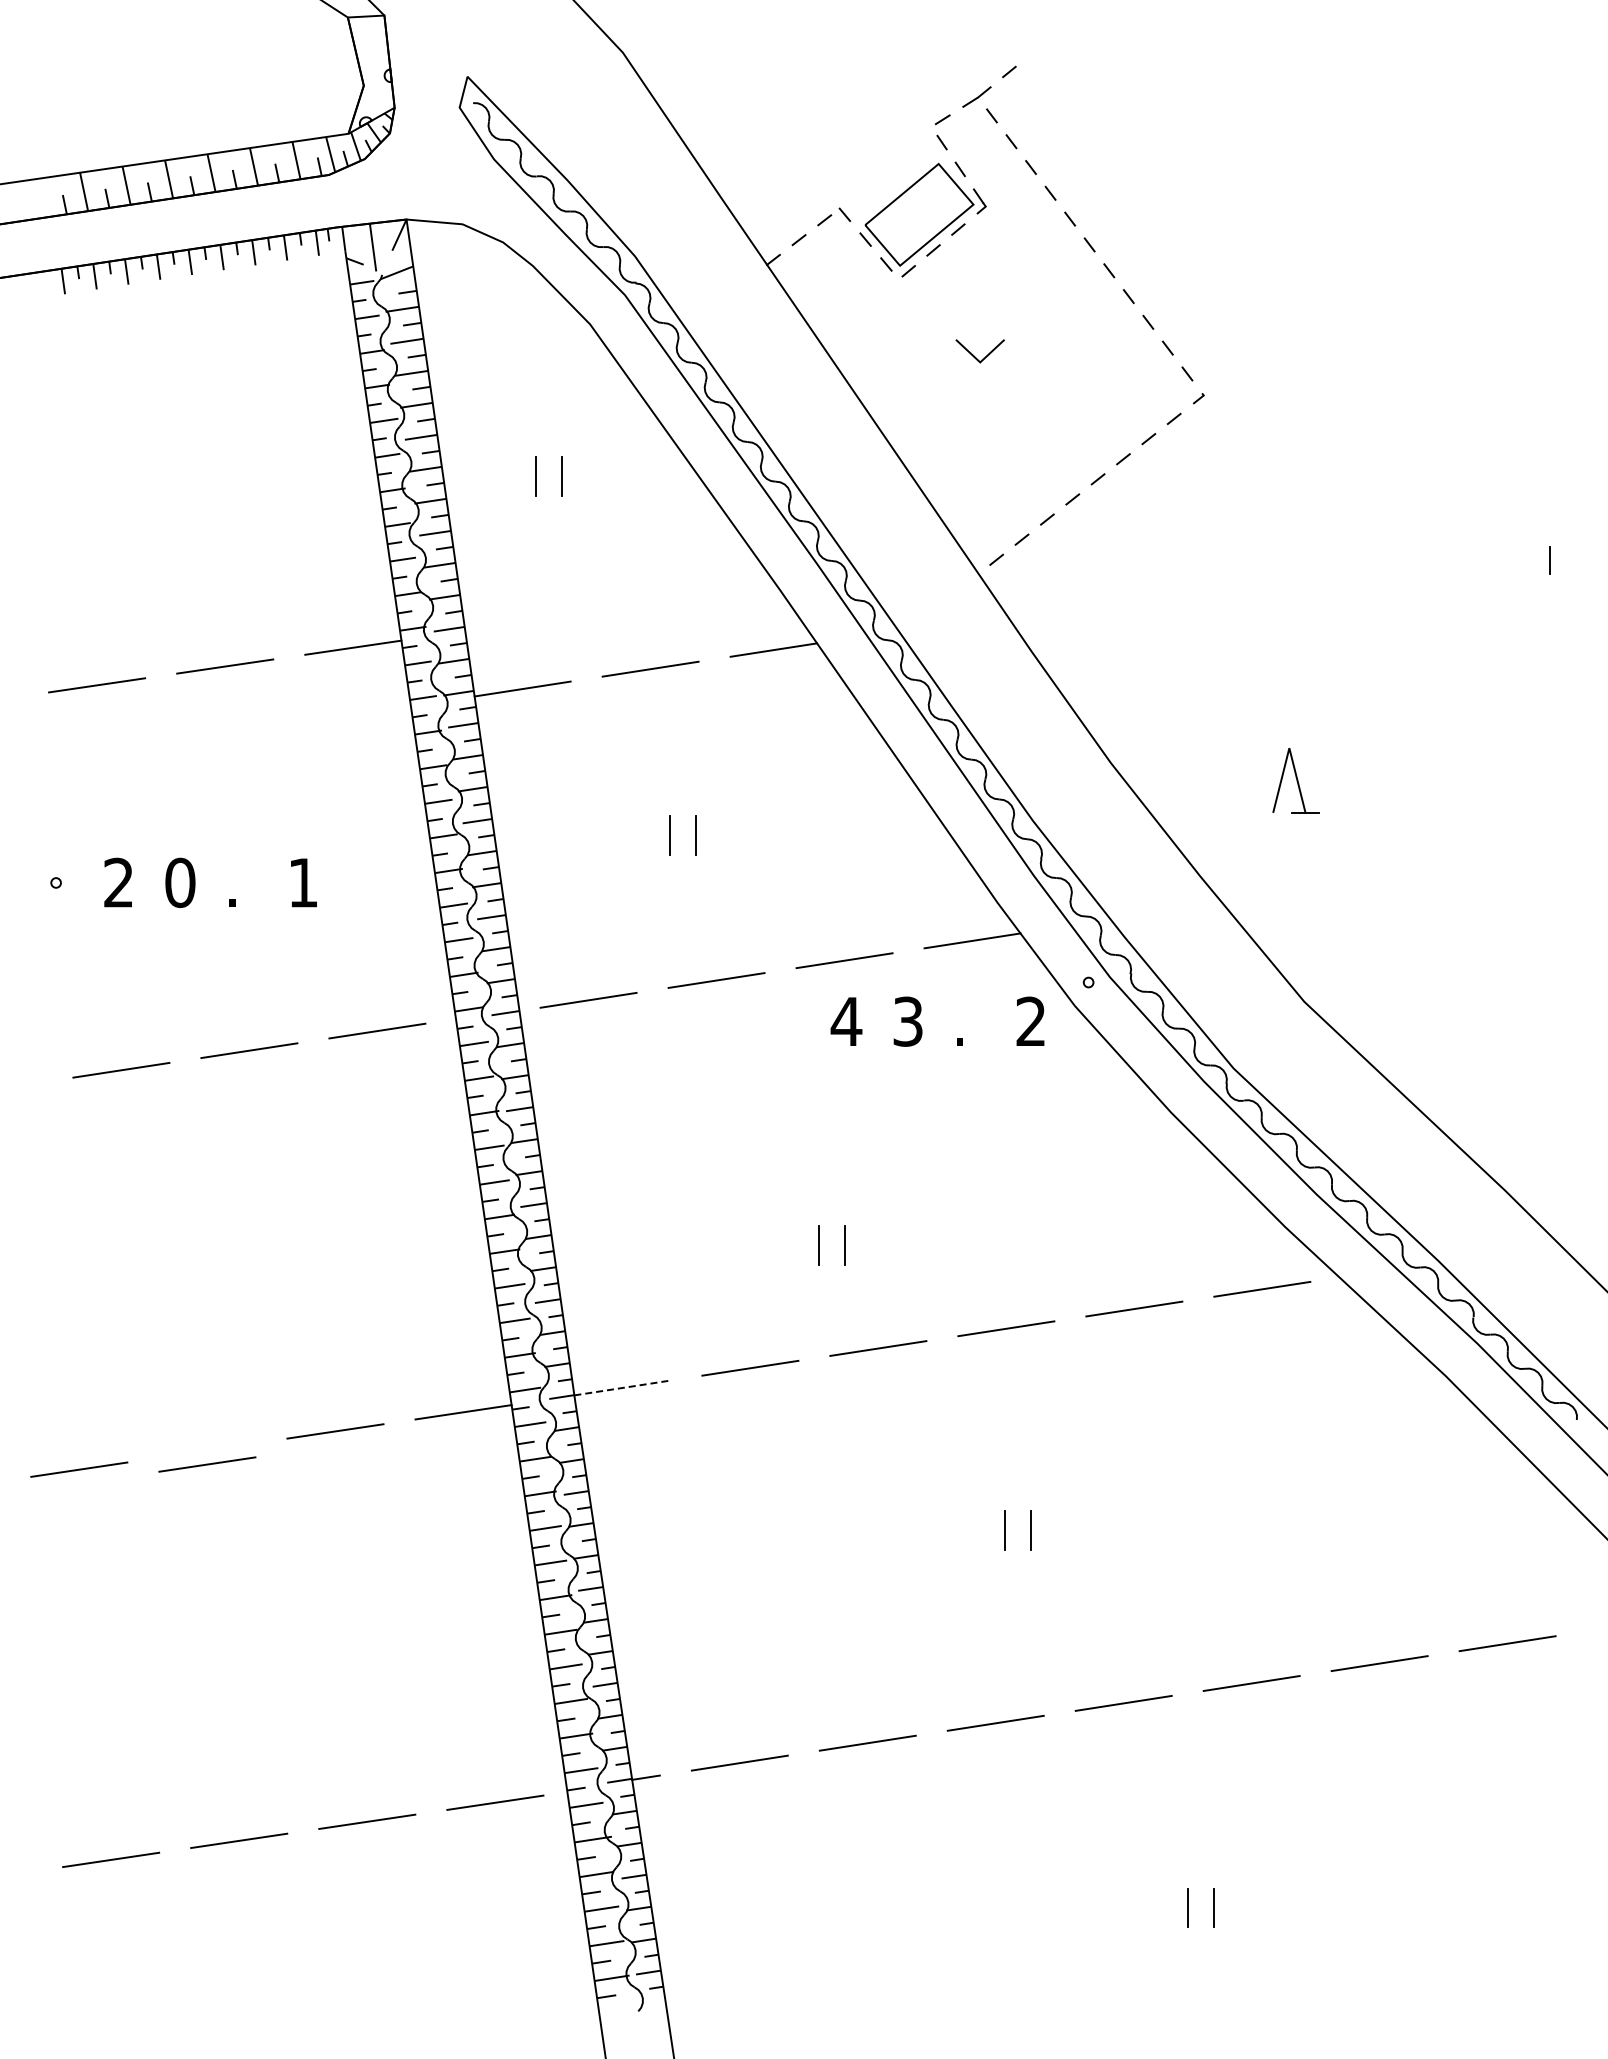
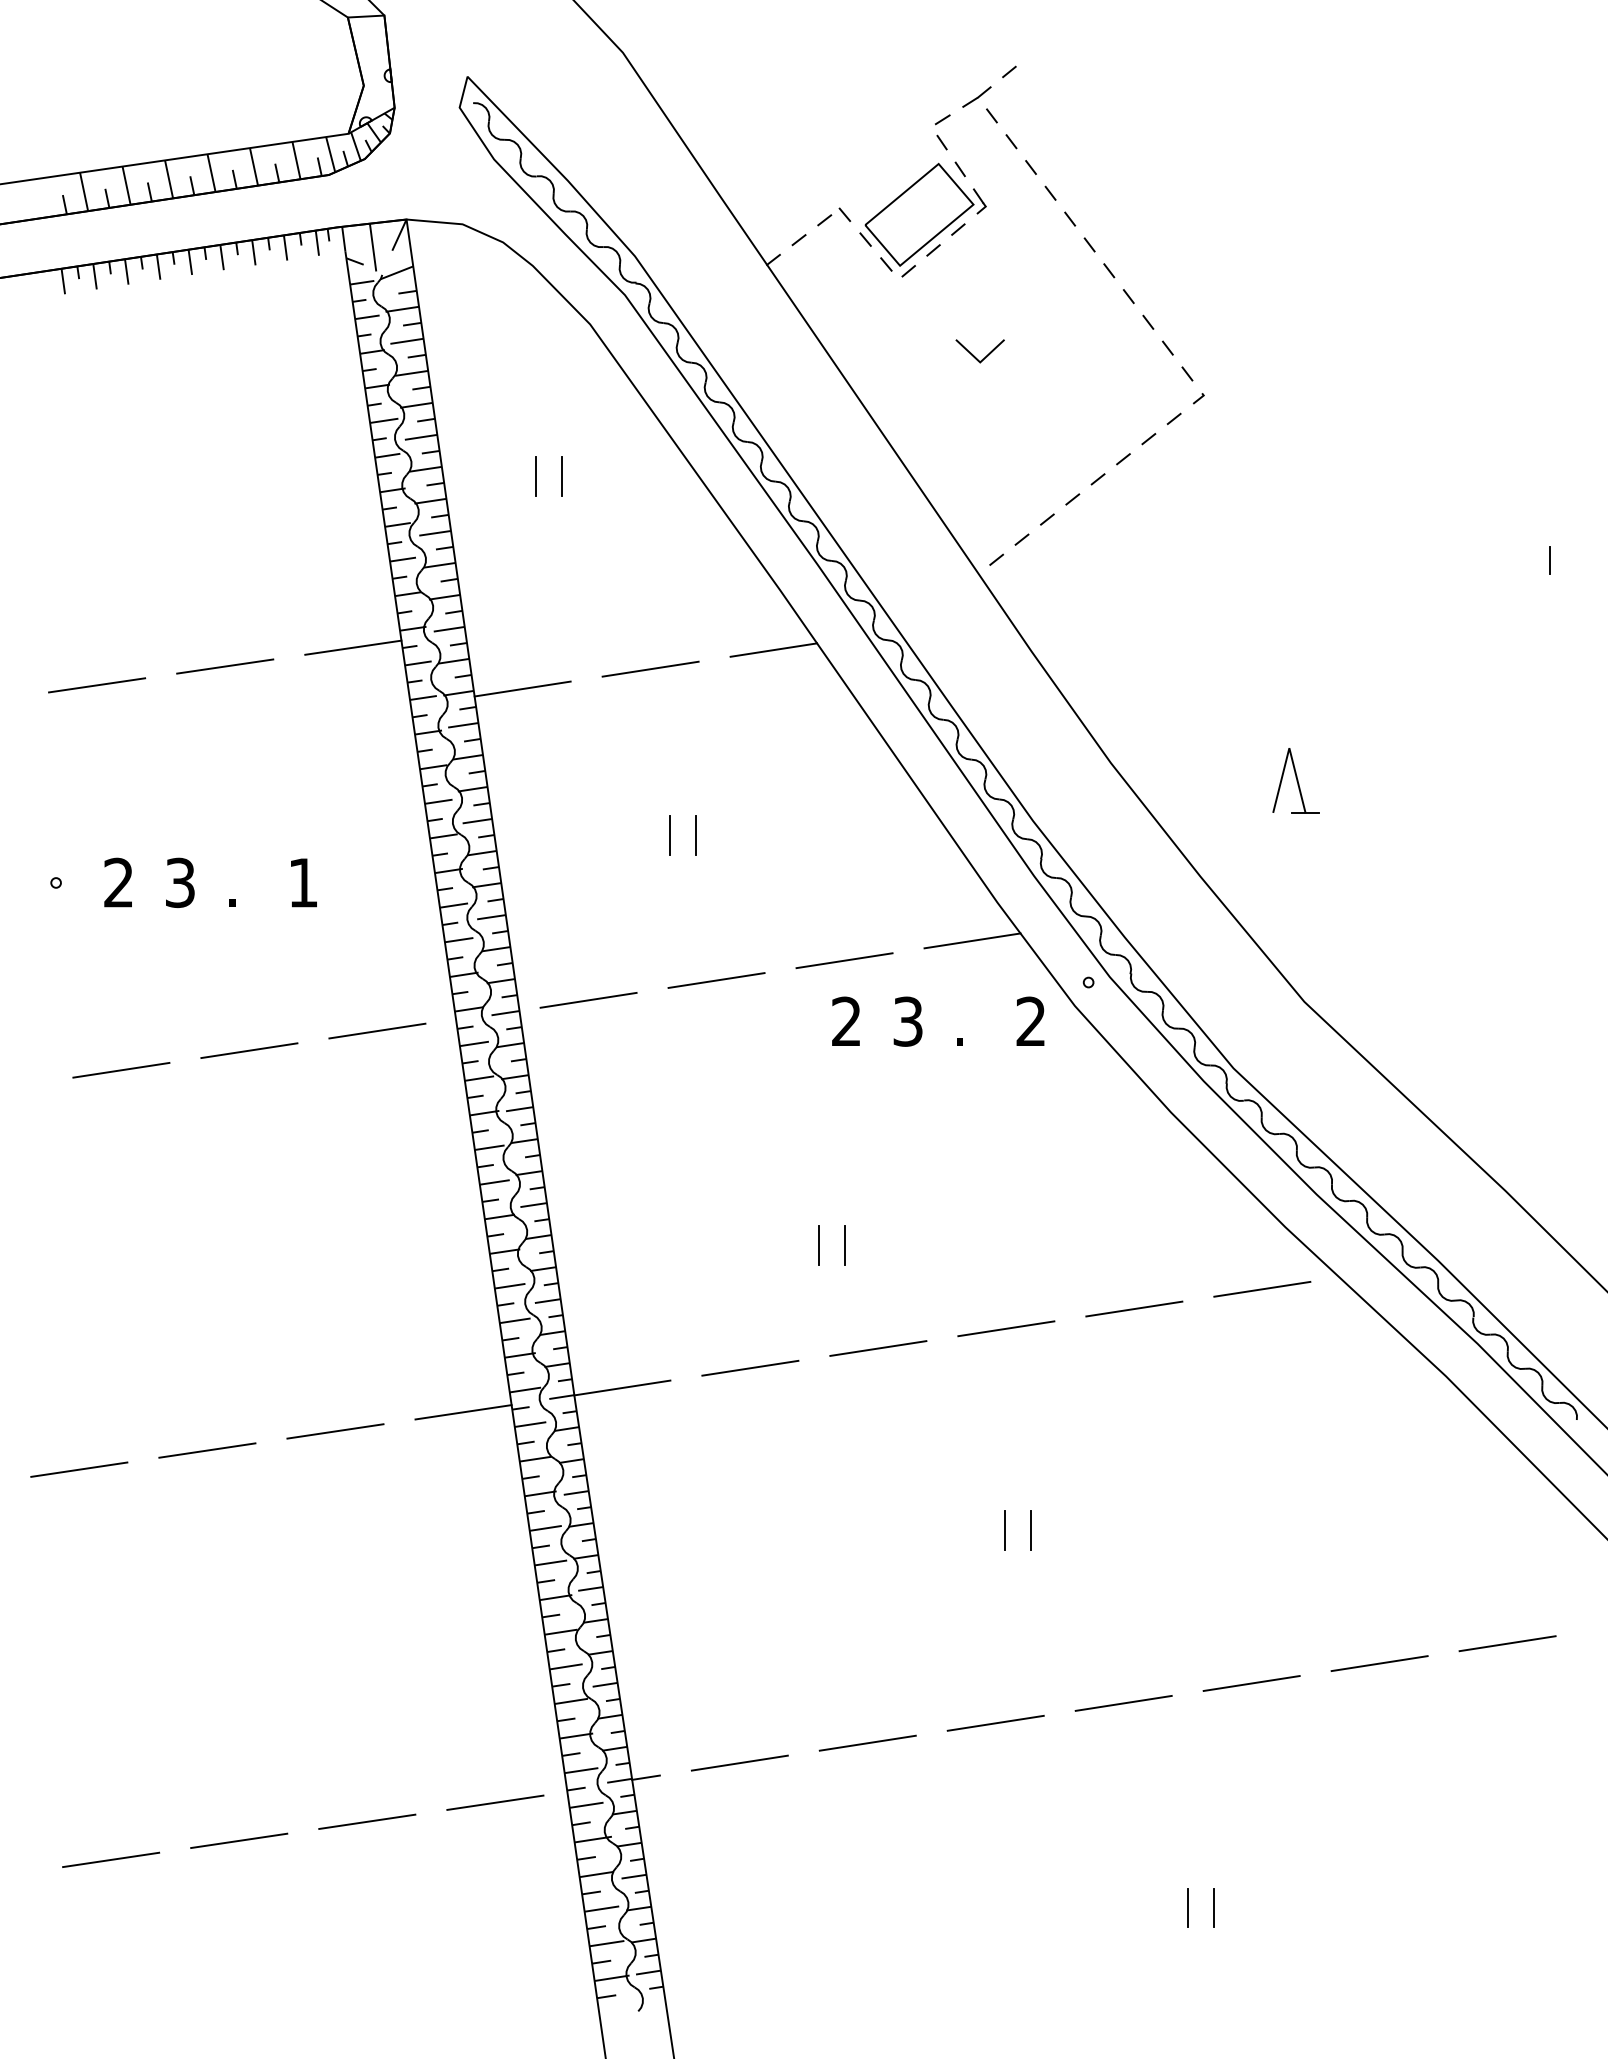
text at (180, 882): 0 -> 3
text at (846, 1020): 4 -> 2
line at (622, 1388): dashed -> solid
line at (207, 1464) position: (207, 1464) -> (207, 1450)
